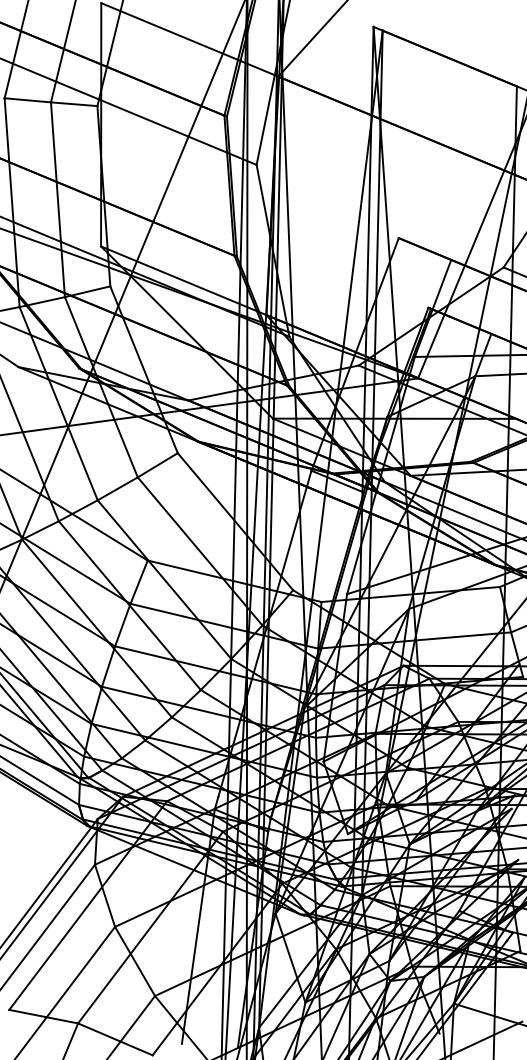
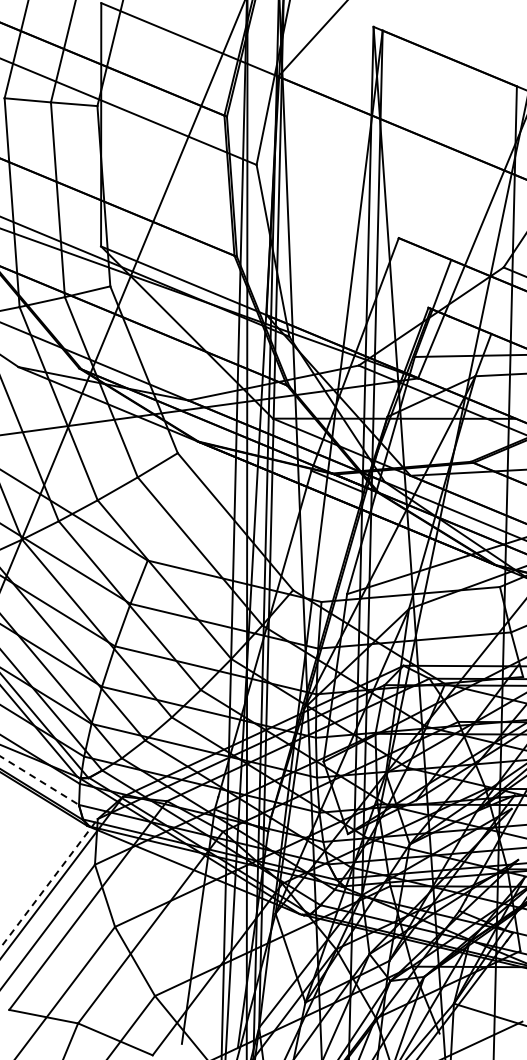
line at (39, 780): solid -> dashed
line at (48, 883): solid -> dashed
